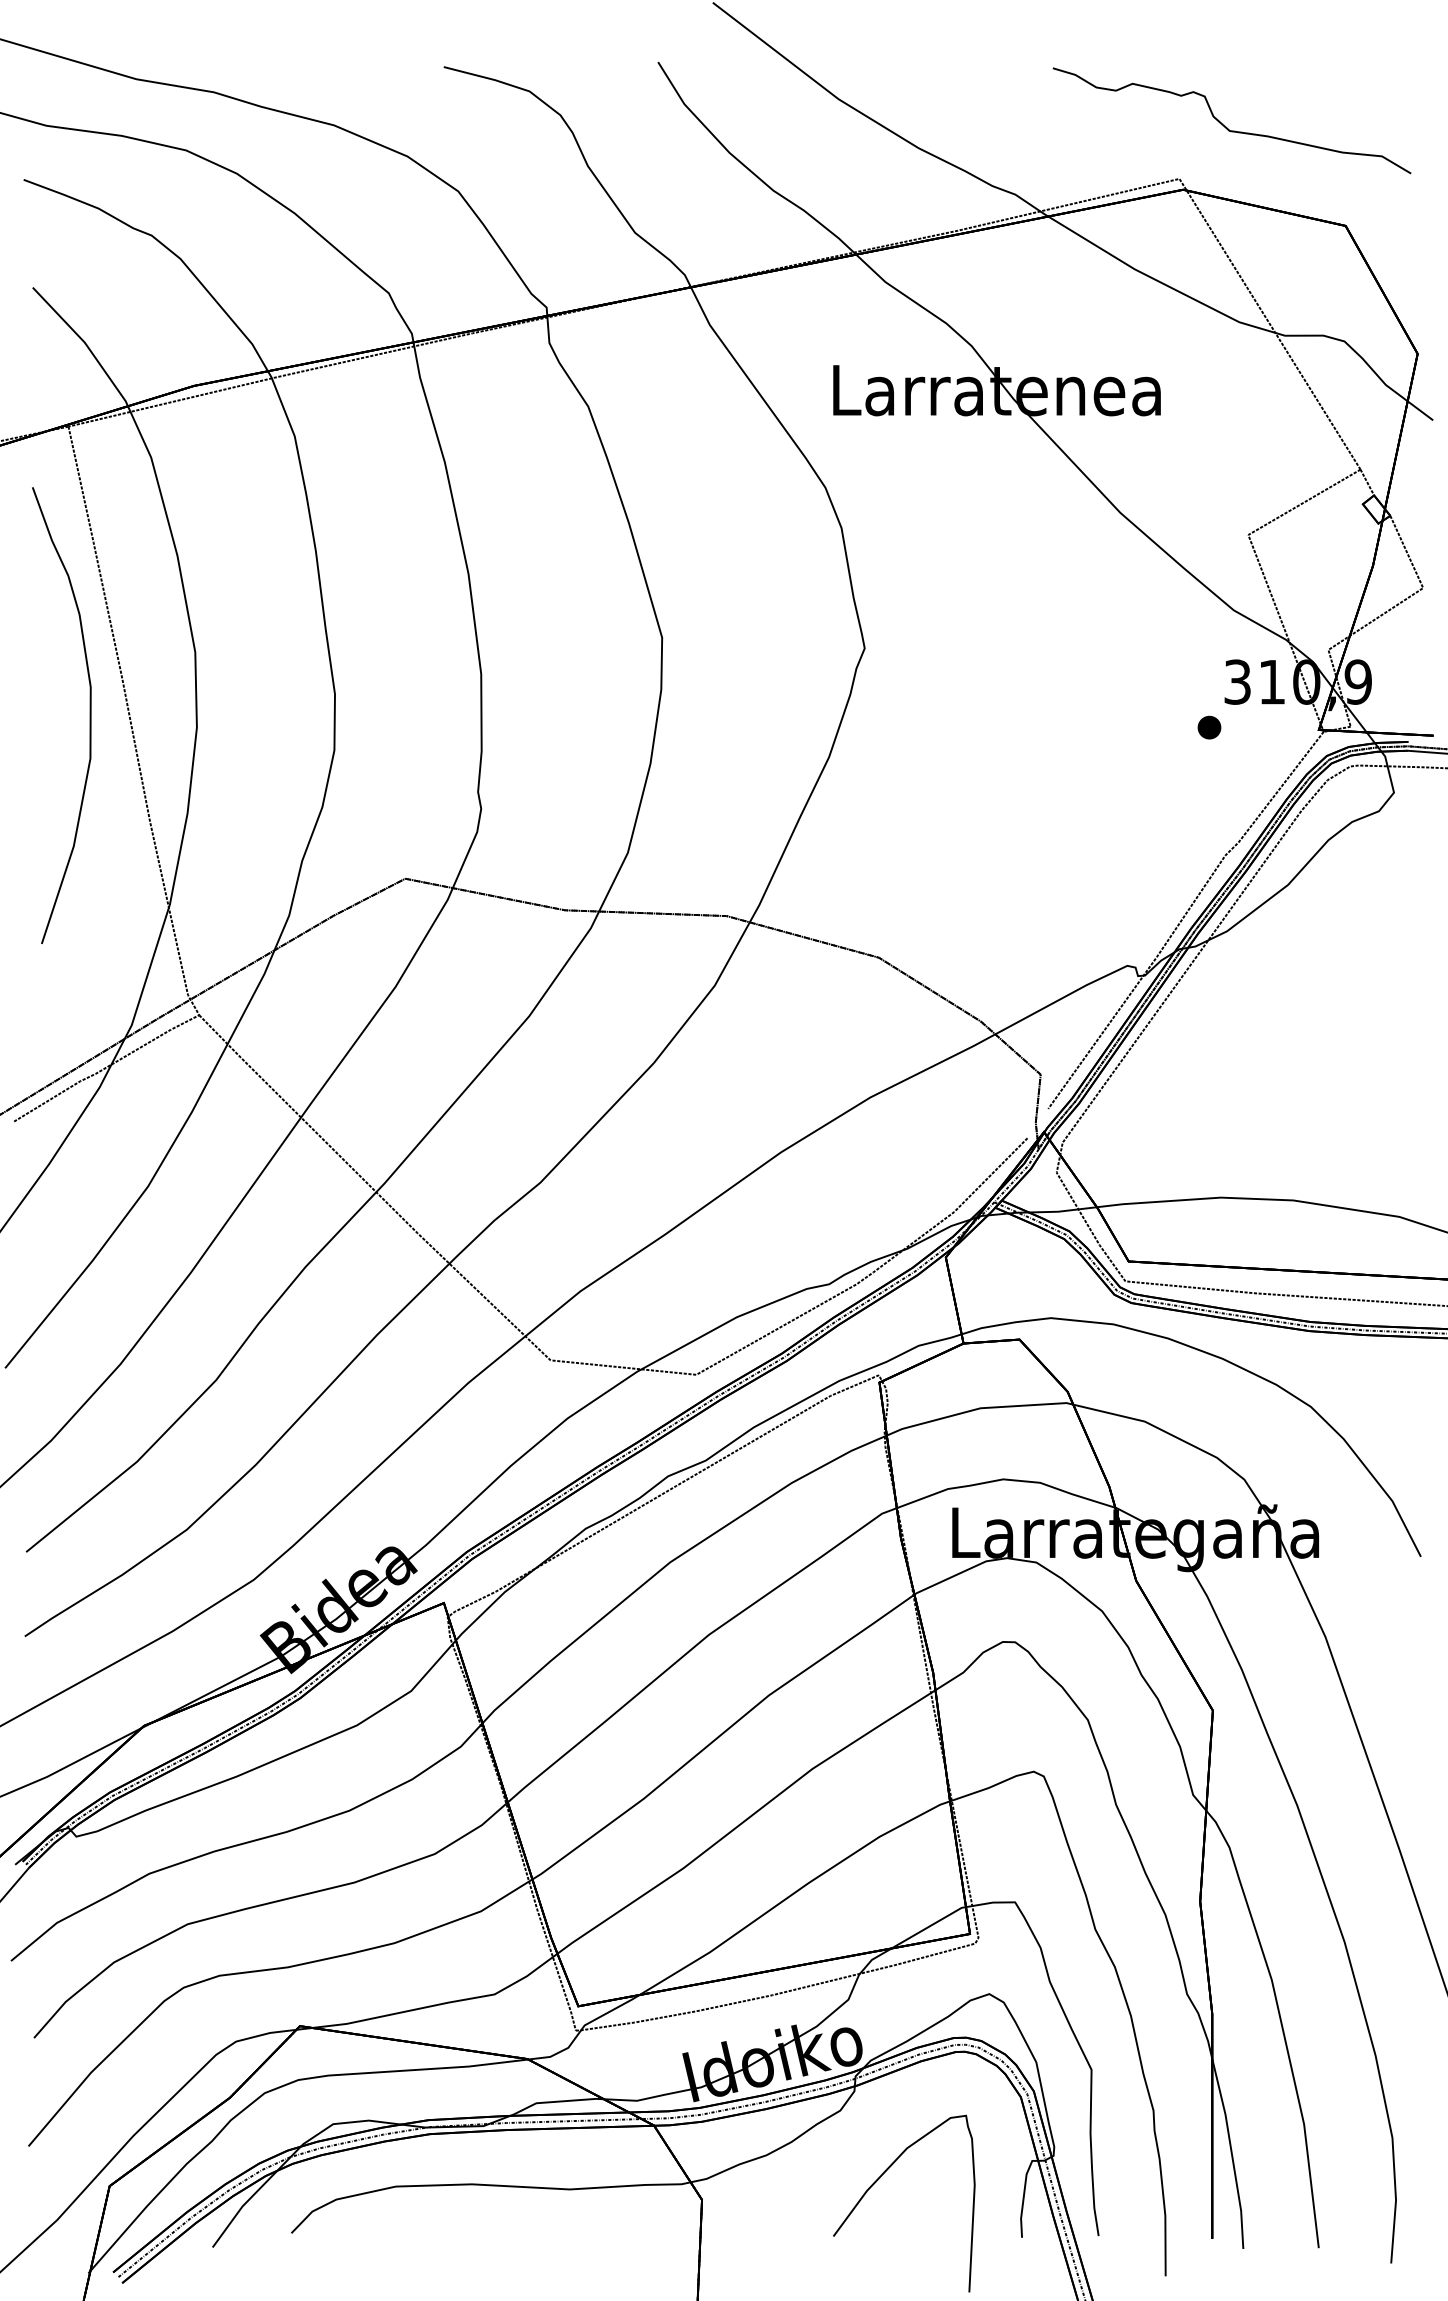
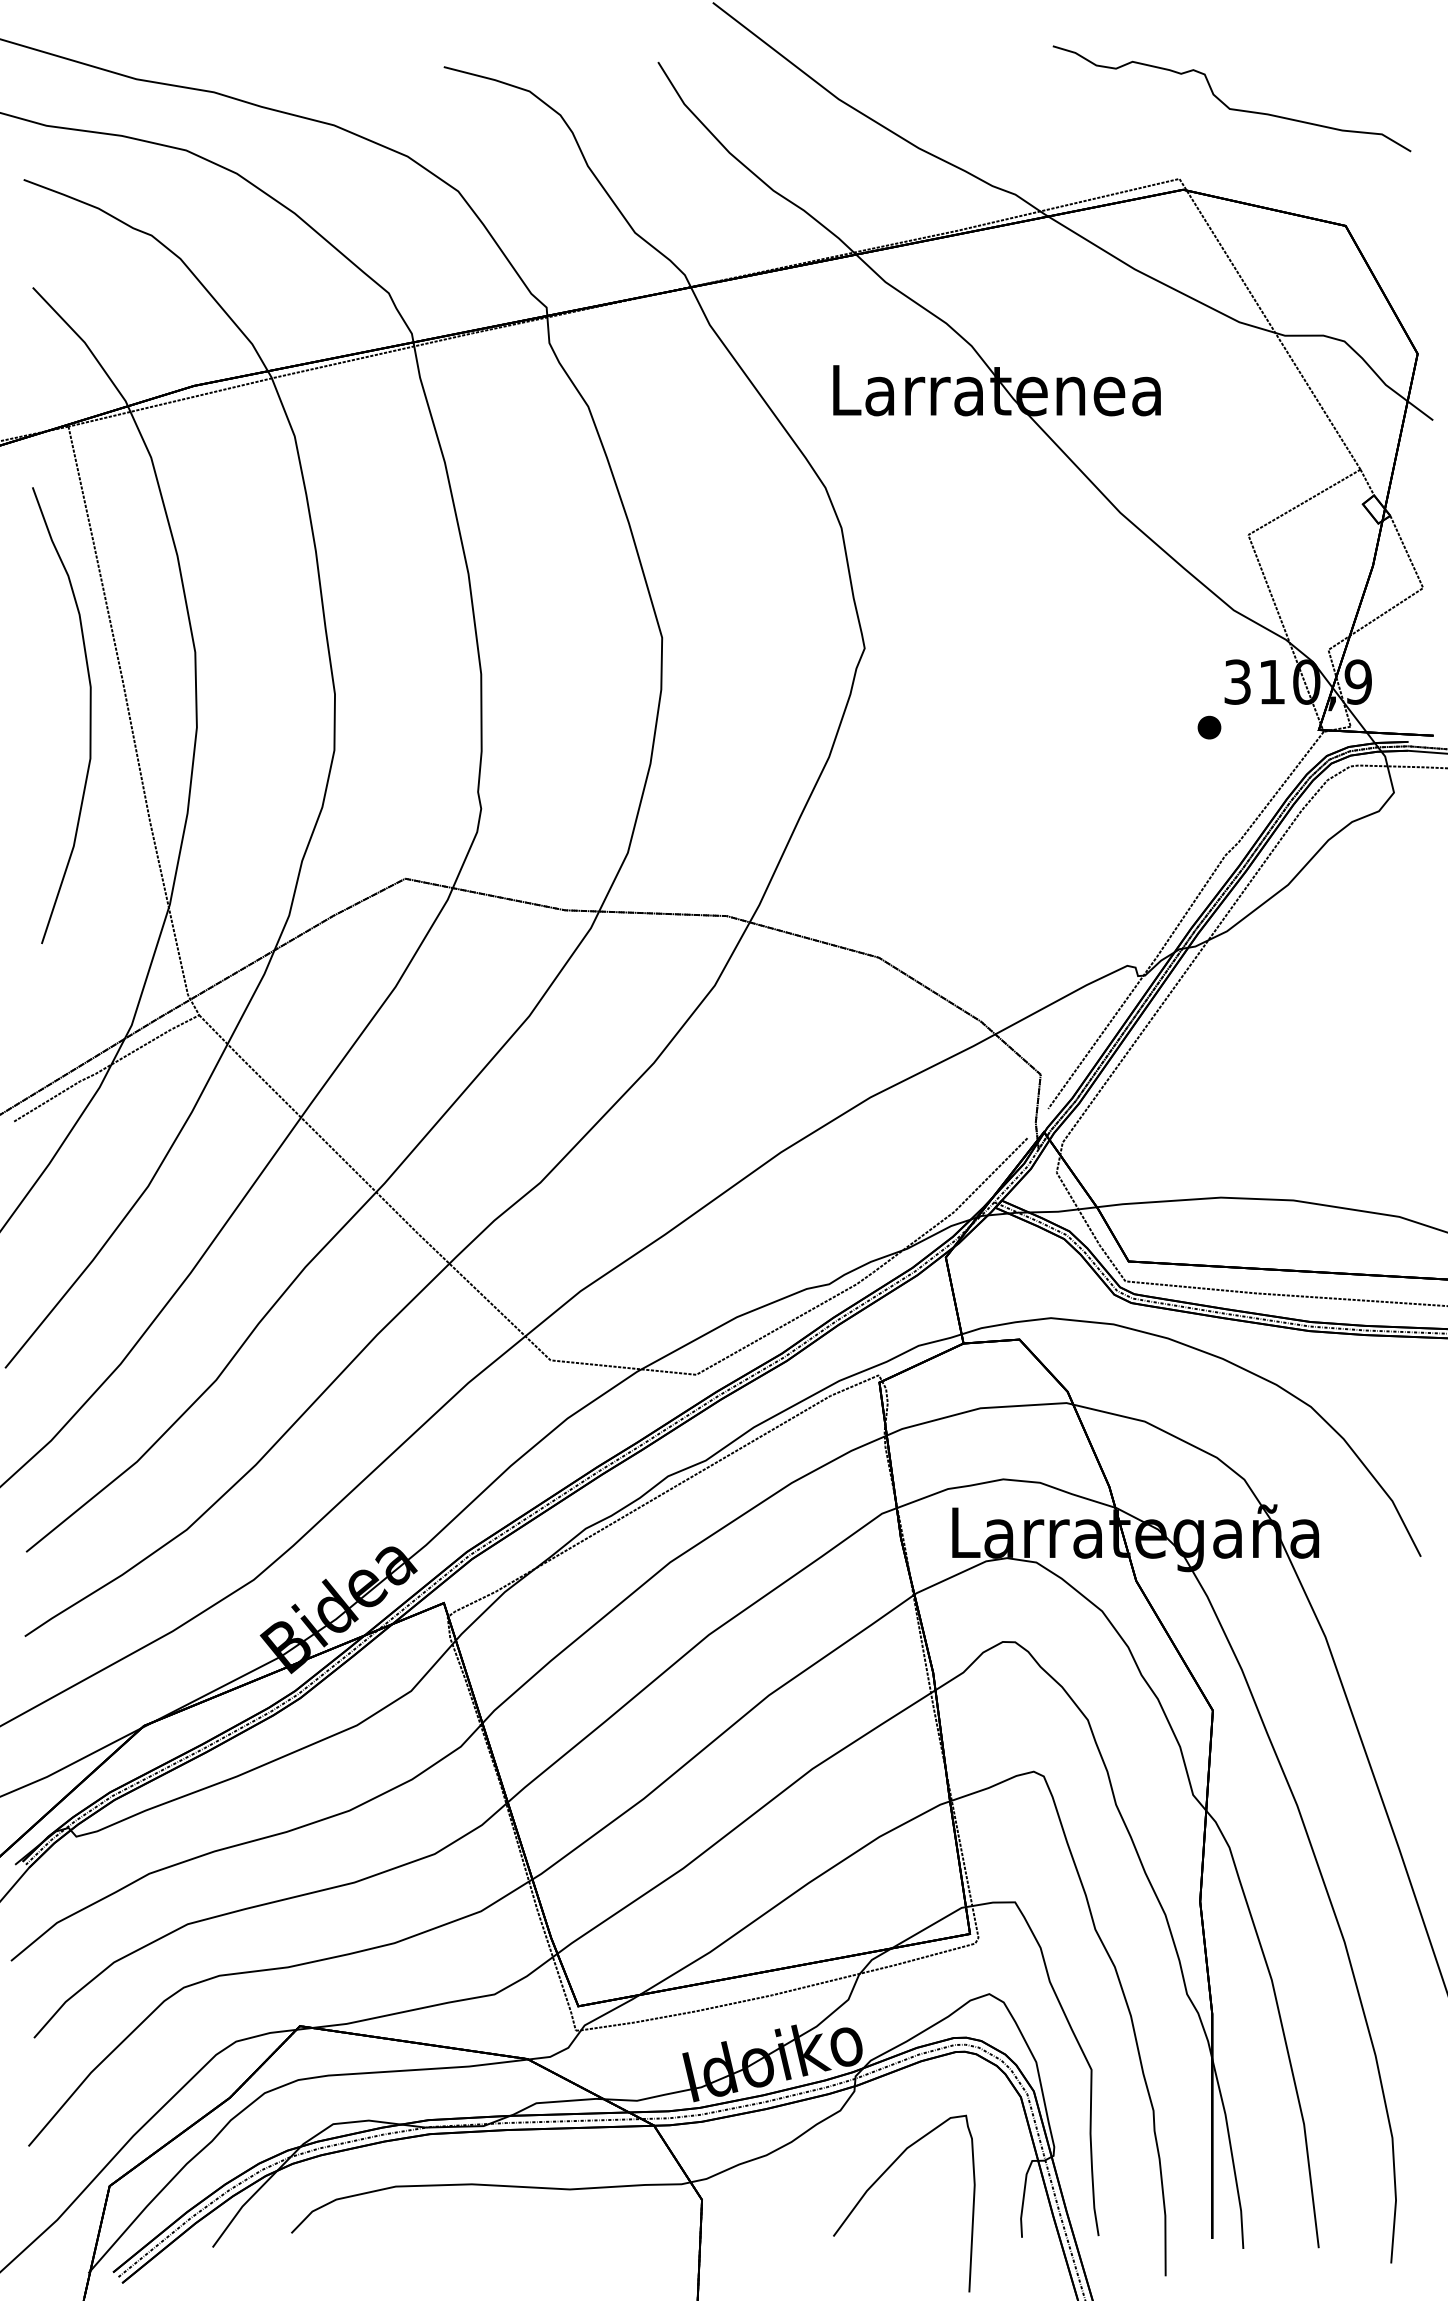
curve at (1225, 125) position: (1225, 125) -> (1225, 103)
